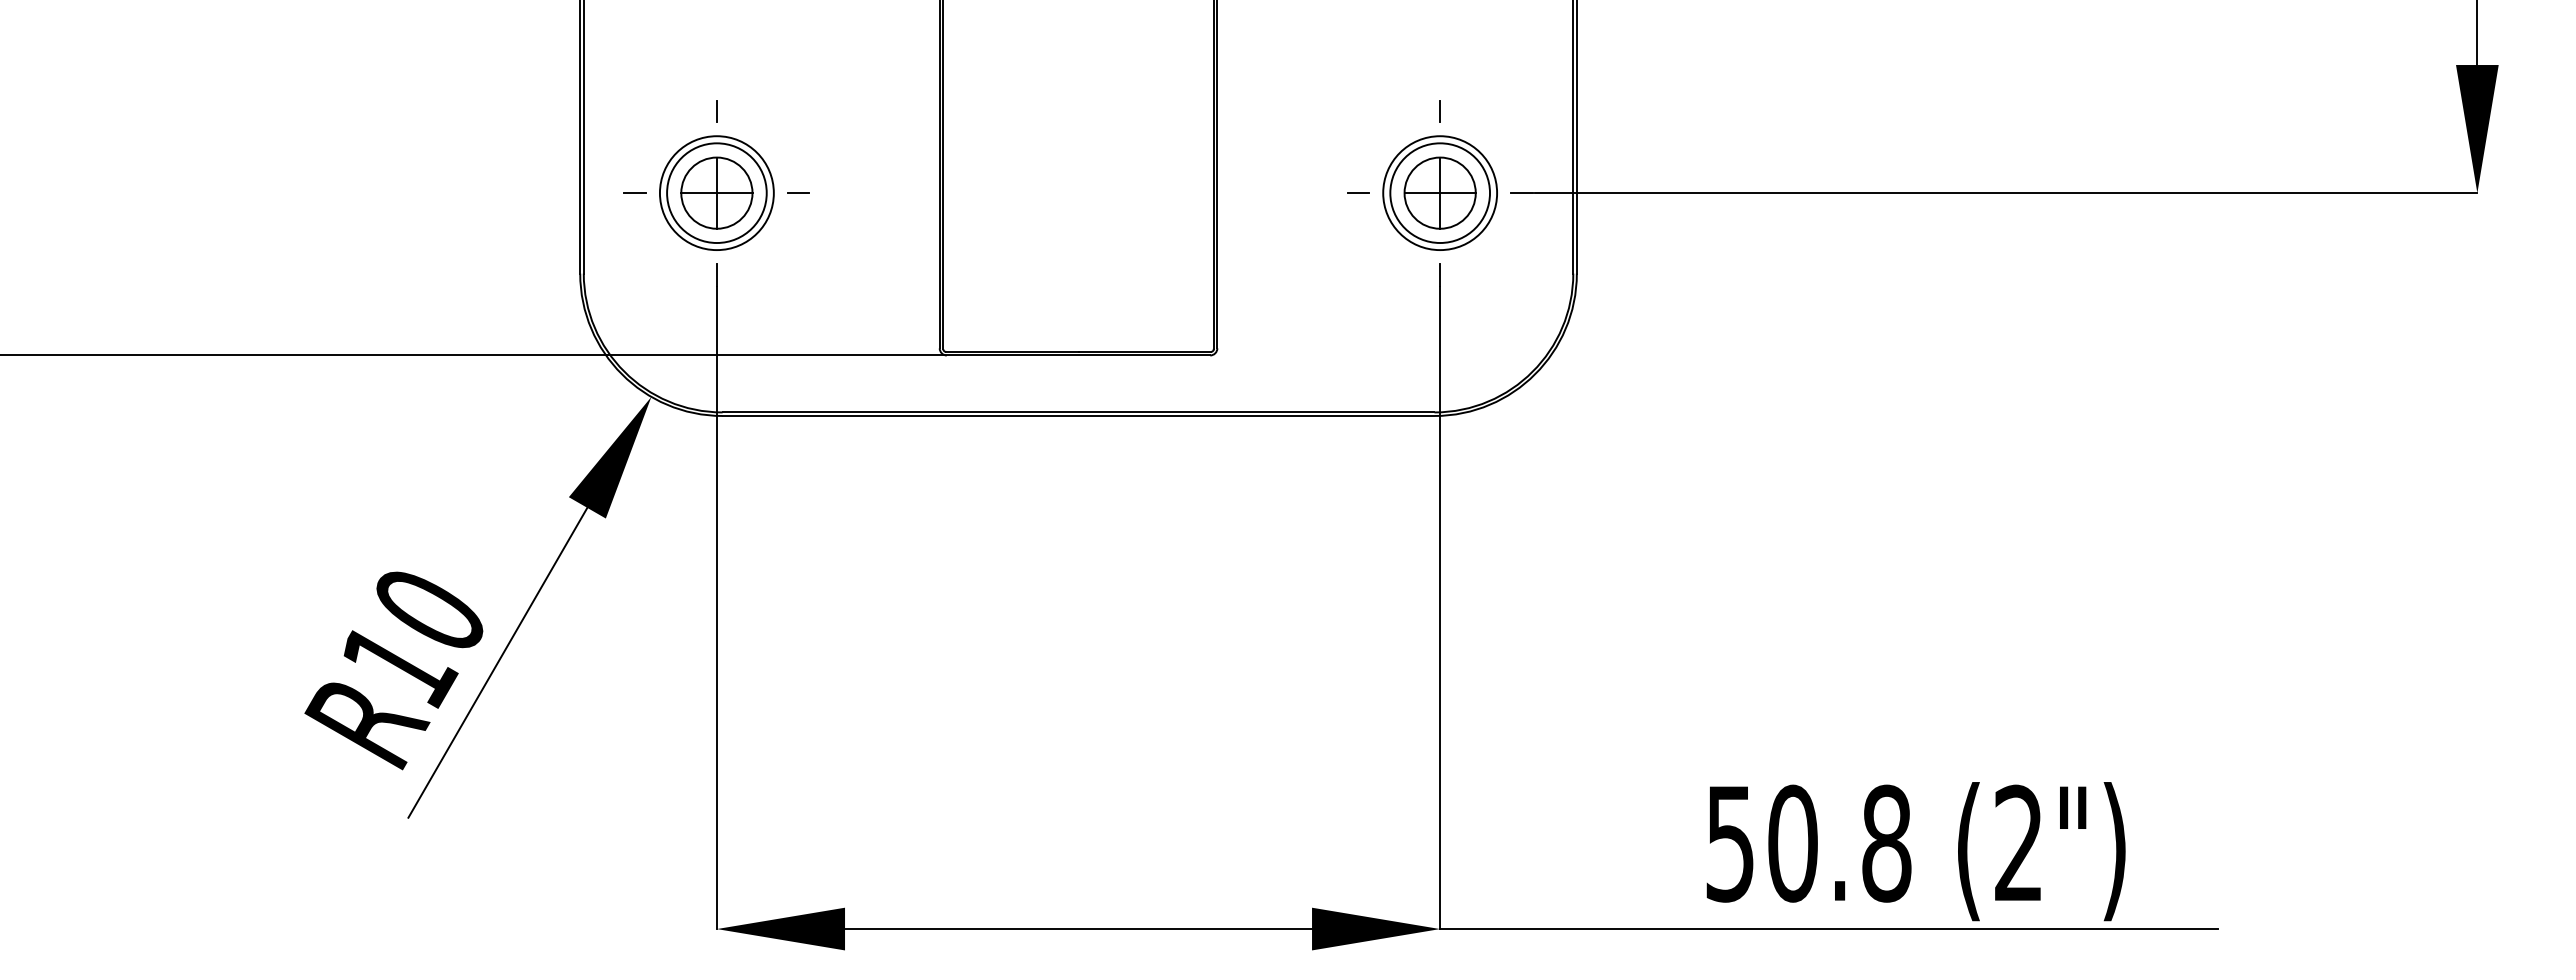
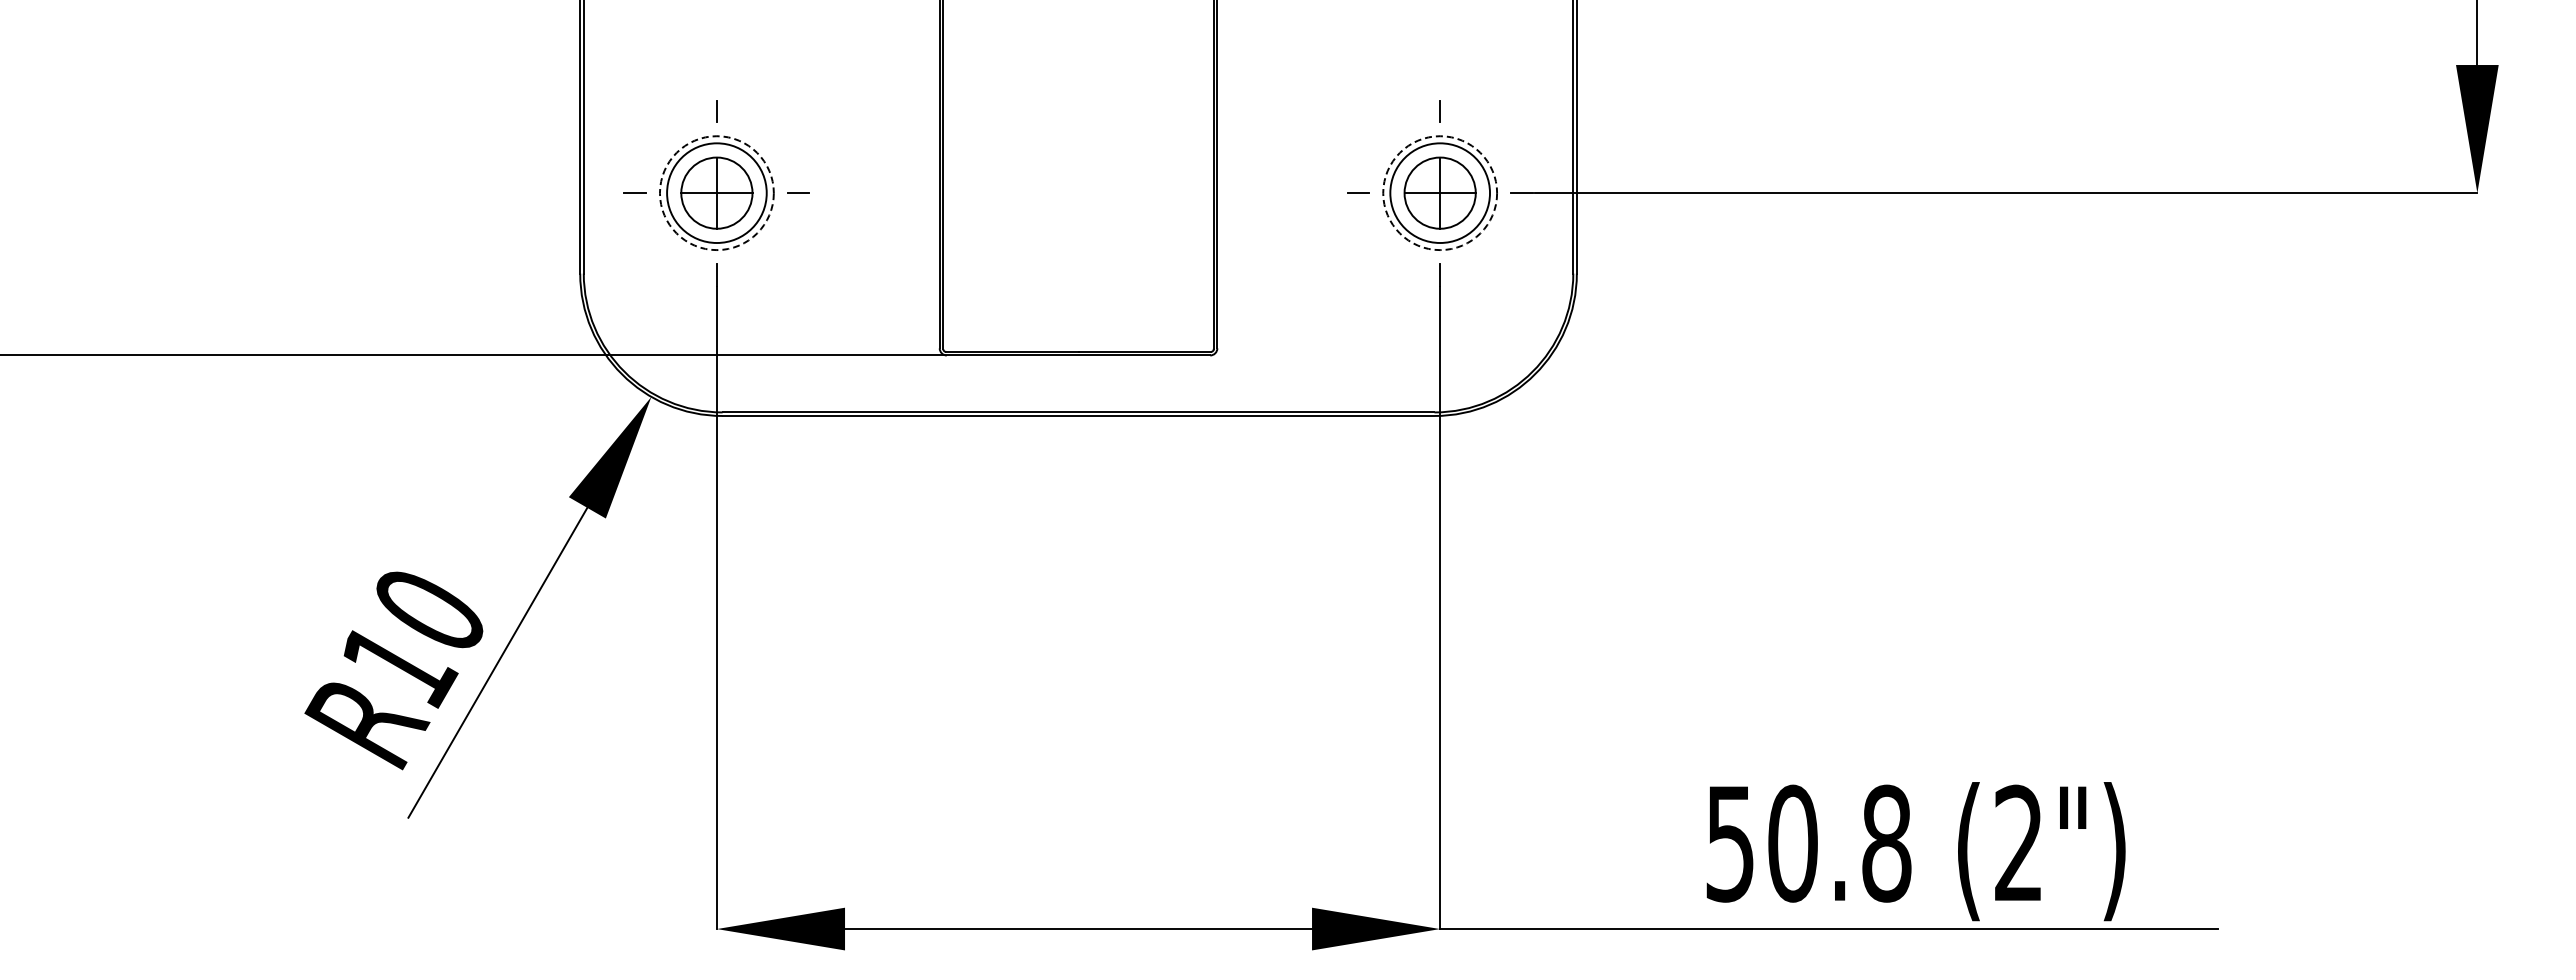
circle at (716, 193): solid -> dashed
circle at (1440, 193): solid -> dashed
